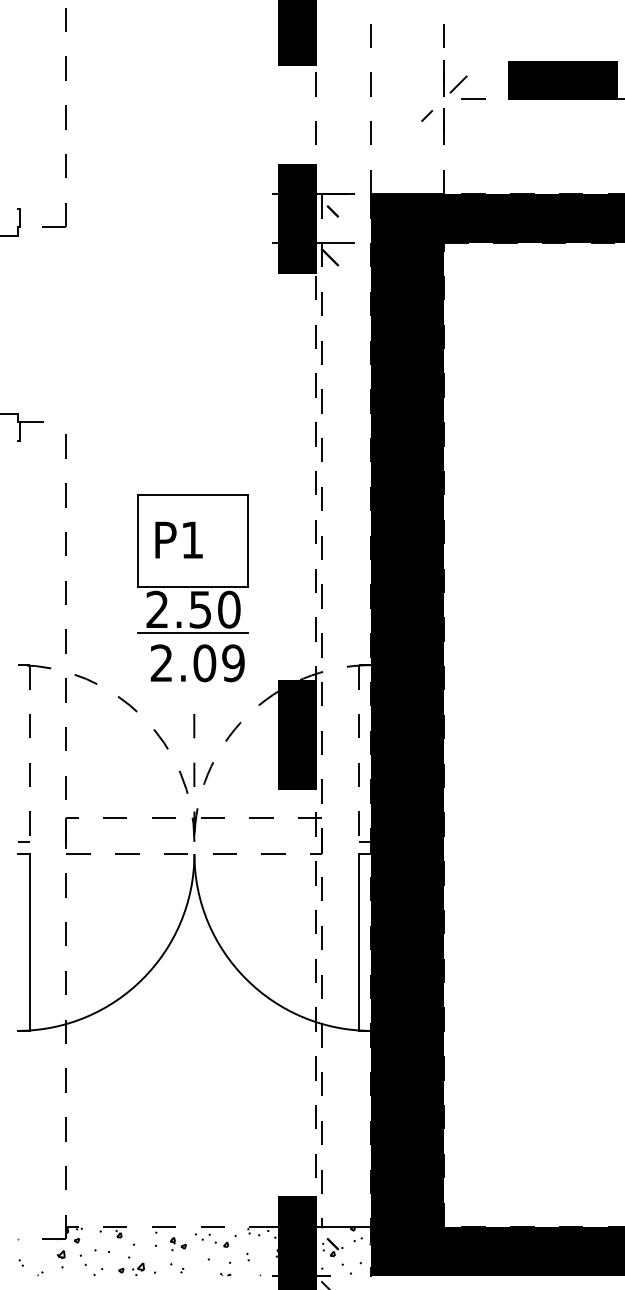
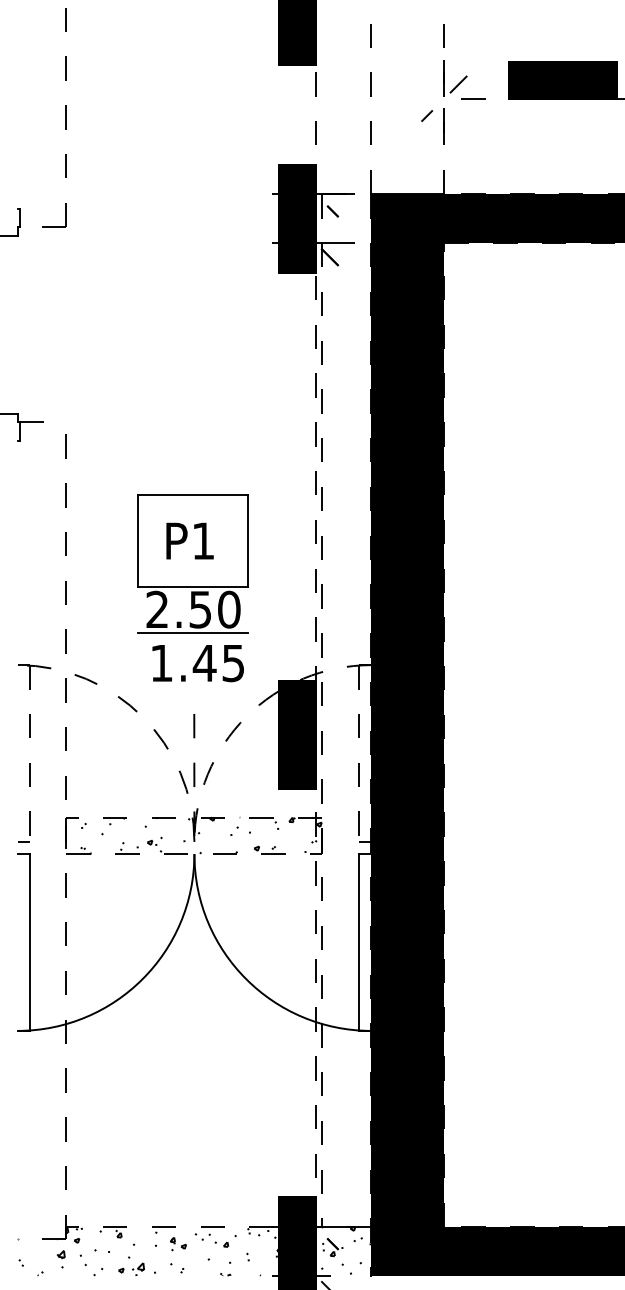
text at (178, 539) position: (178, 539) -> (189, 540)
text at (197, 663): 2.09 -> 1.45
hatch at (200, 835): none -> present
